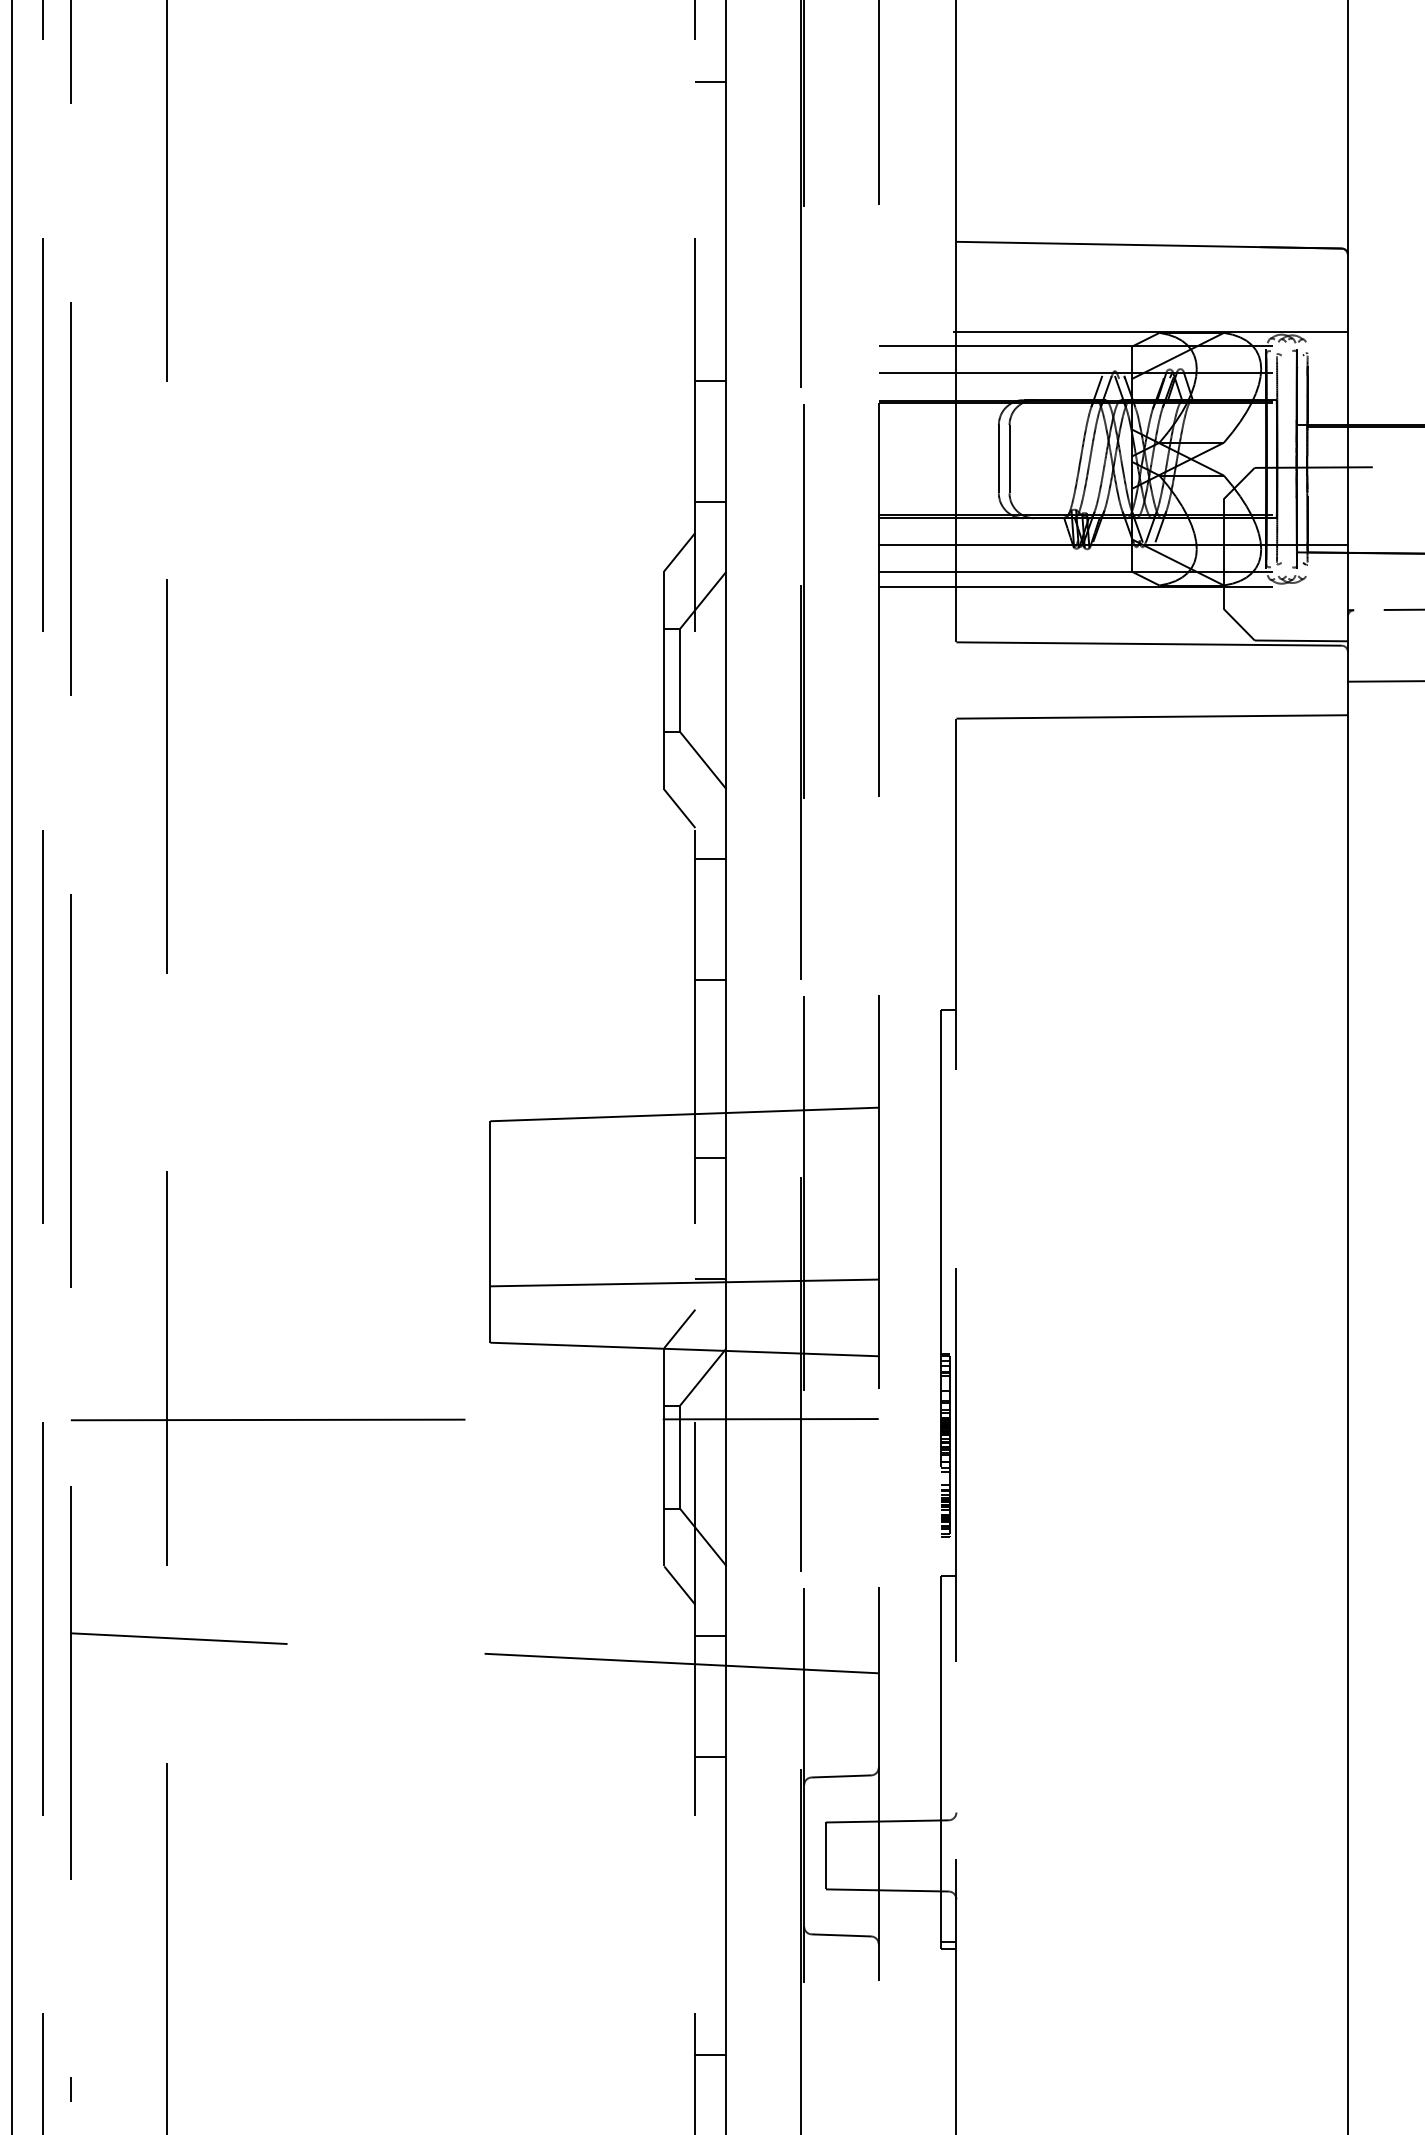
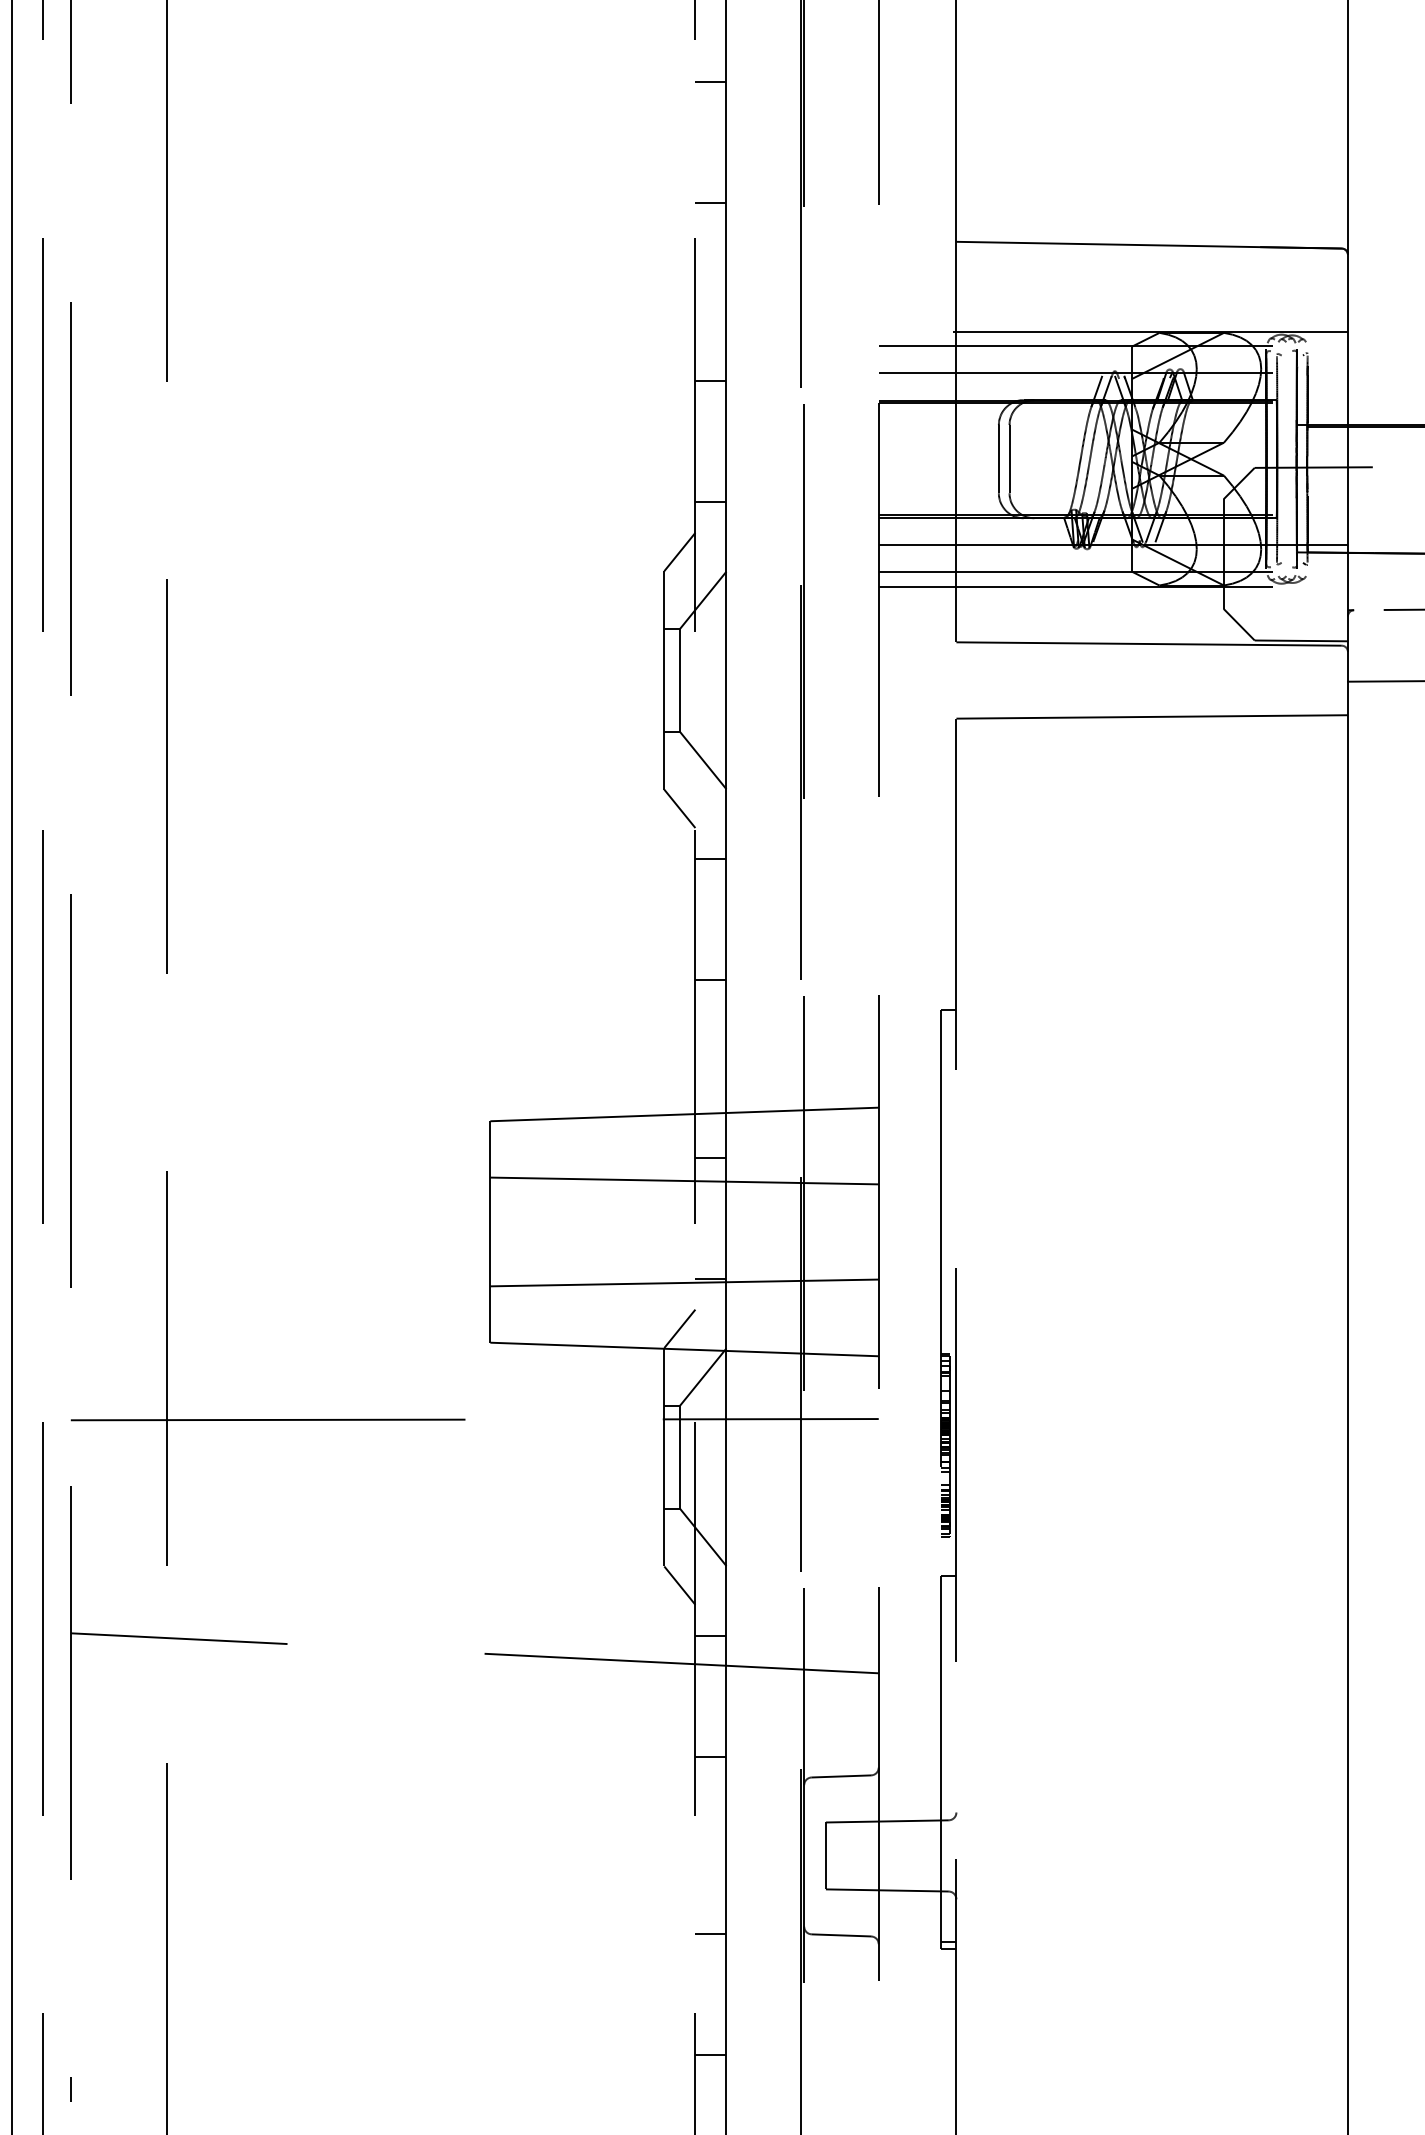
line at (710, 203): none -> present
line at (684, 1180): none -> present
line at (710, 1934): none -> present
